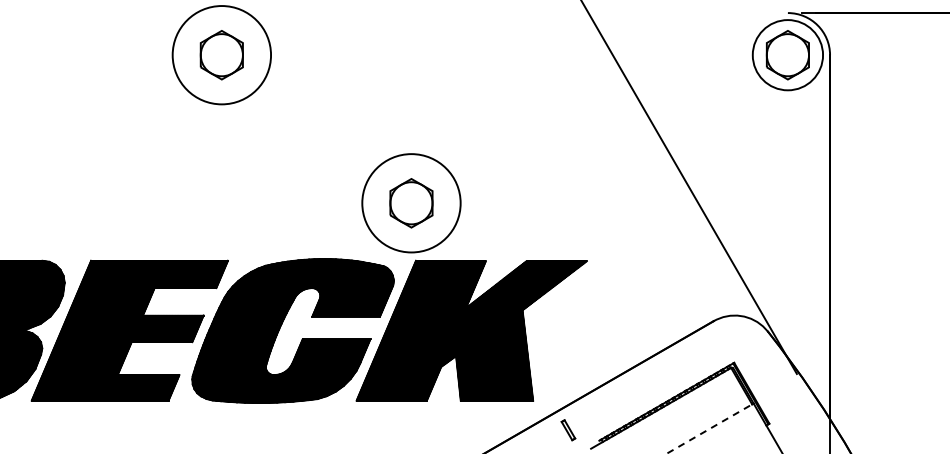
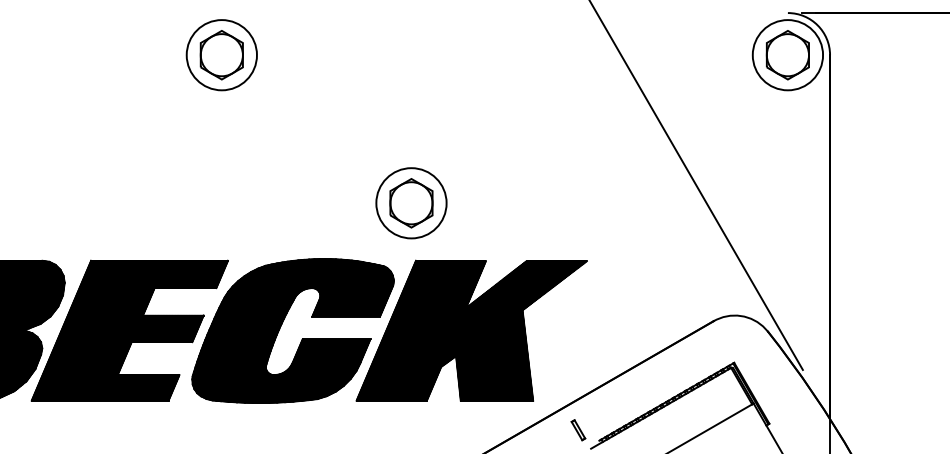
circle at (221, 55) diameter: 98 px -> 70 px
line at (689, 187) position: (689, 187) -> (696, 185)
circle at (411, 203) diameter: 98 px -> 70 px
line at (709, 428): dashed -> solid
part at (568, 430) position: (568, 430) -> (578, 430)
